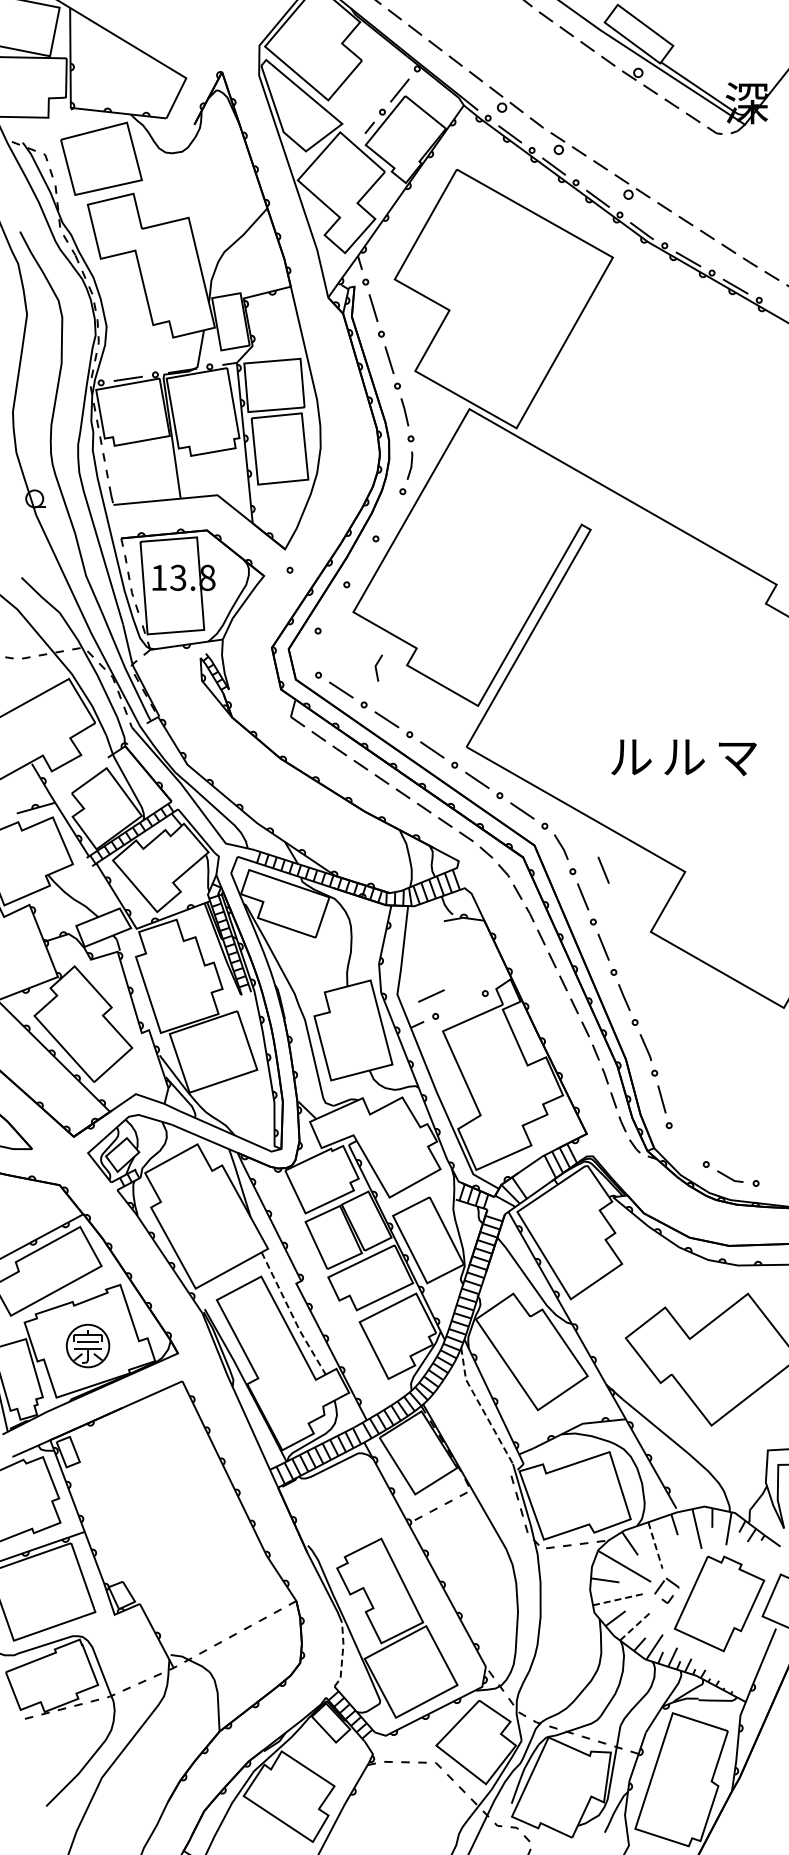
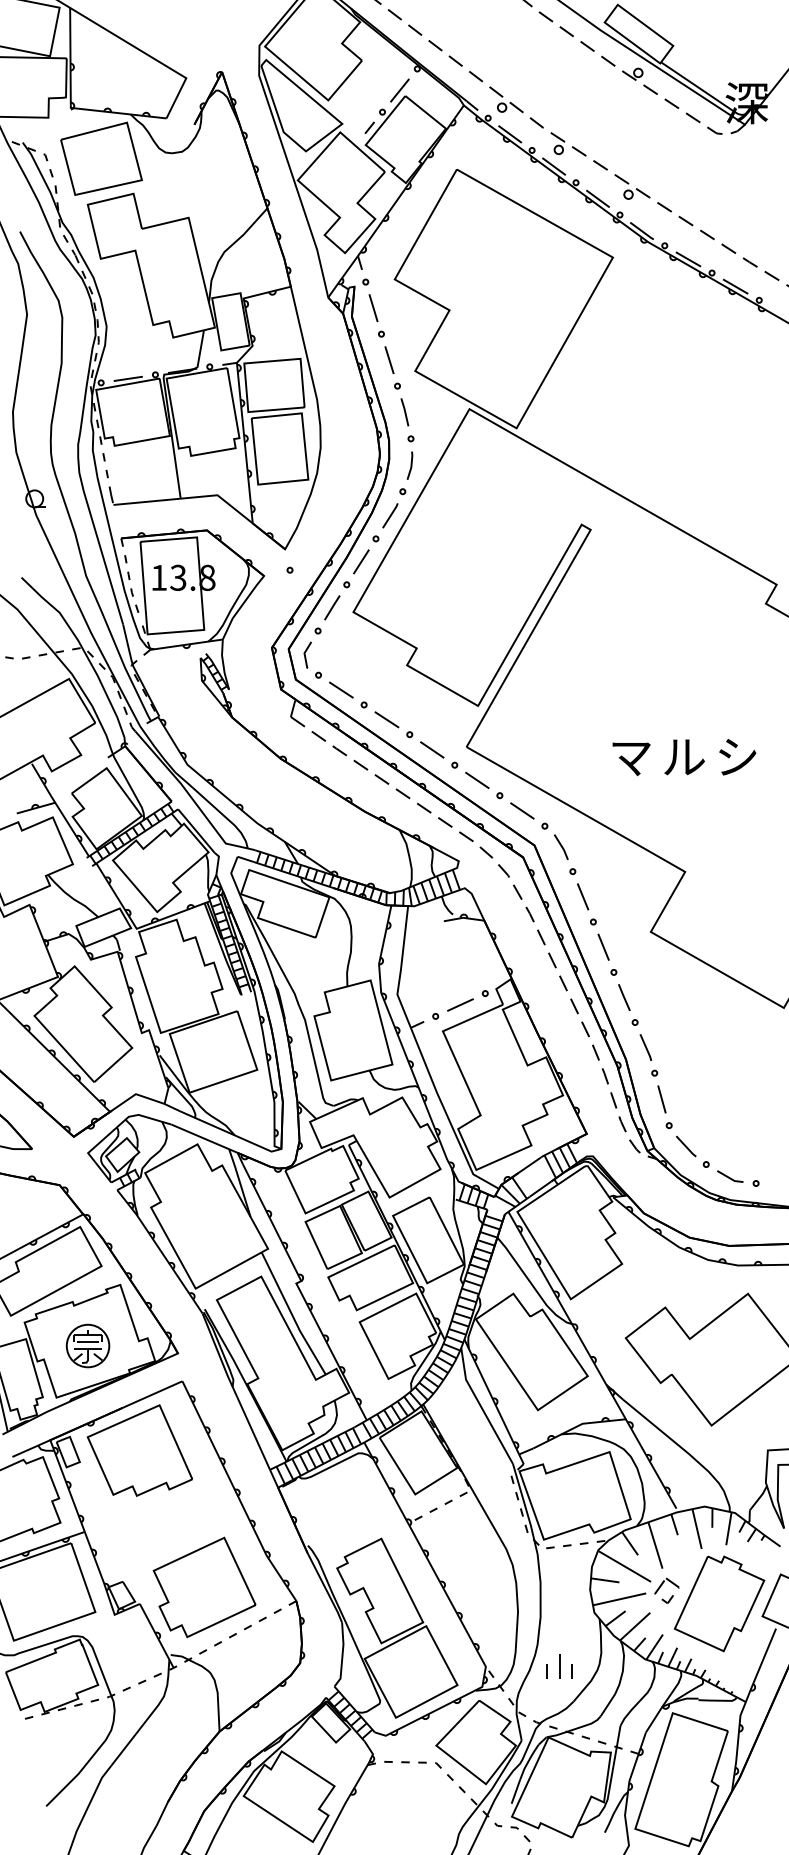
line at (390, 515): none -> present
line at (361, 561): none -> present
line at (332, 607): none -> present
line at (376, 667) position: (376, 667) -> (305, 654)
text at (631, 757): ル -> マ
text at (737, 757): マ -> シ
line at (603, 869): present -> none
line at (431, 995) position: (431, 995) -> (460, 1004)
line at (686, 1146): none -> present
line at (292, 1315): dashed -> solid
line at (481, 1407): dashed -> solid
part at (139, 1450): none -> present
line at (655, 1545): dashed -> solid
part at (204, 1586): none -> present
line at (620, 1599): dashed -> solid
line at (635, 1626): dashed -> solid
line at (342, 1656): dashed -> solid
part at (559, 1666): none -> present
